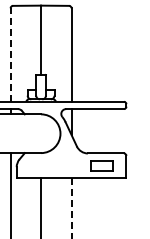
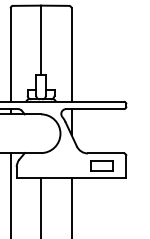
line at (10, 55): dashed -> solid
line at (71, 208): dashed -> solid
